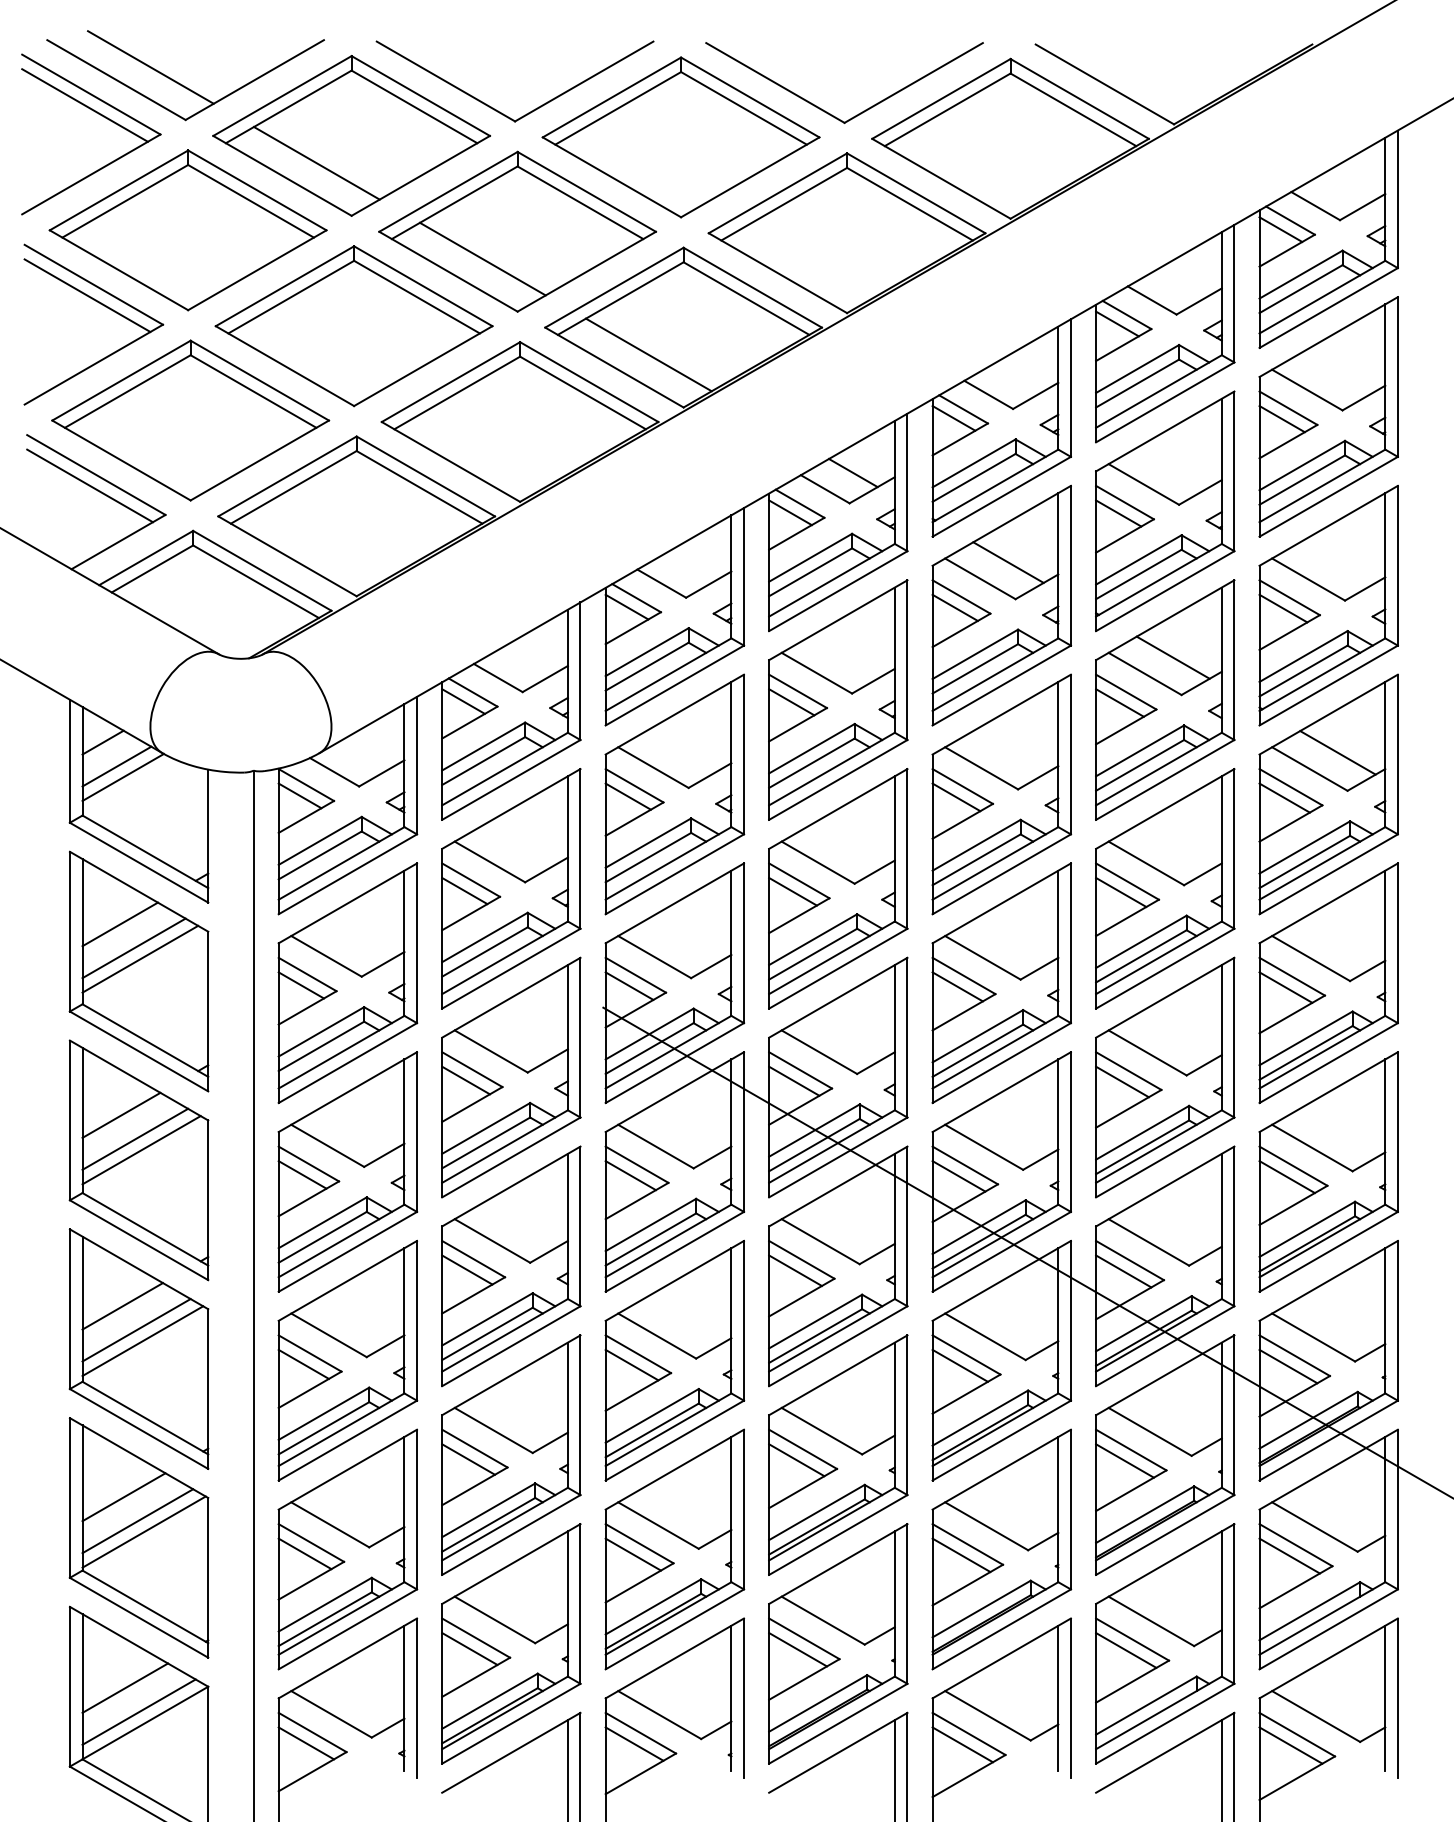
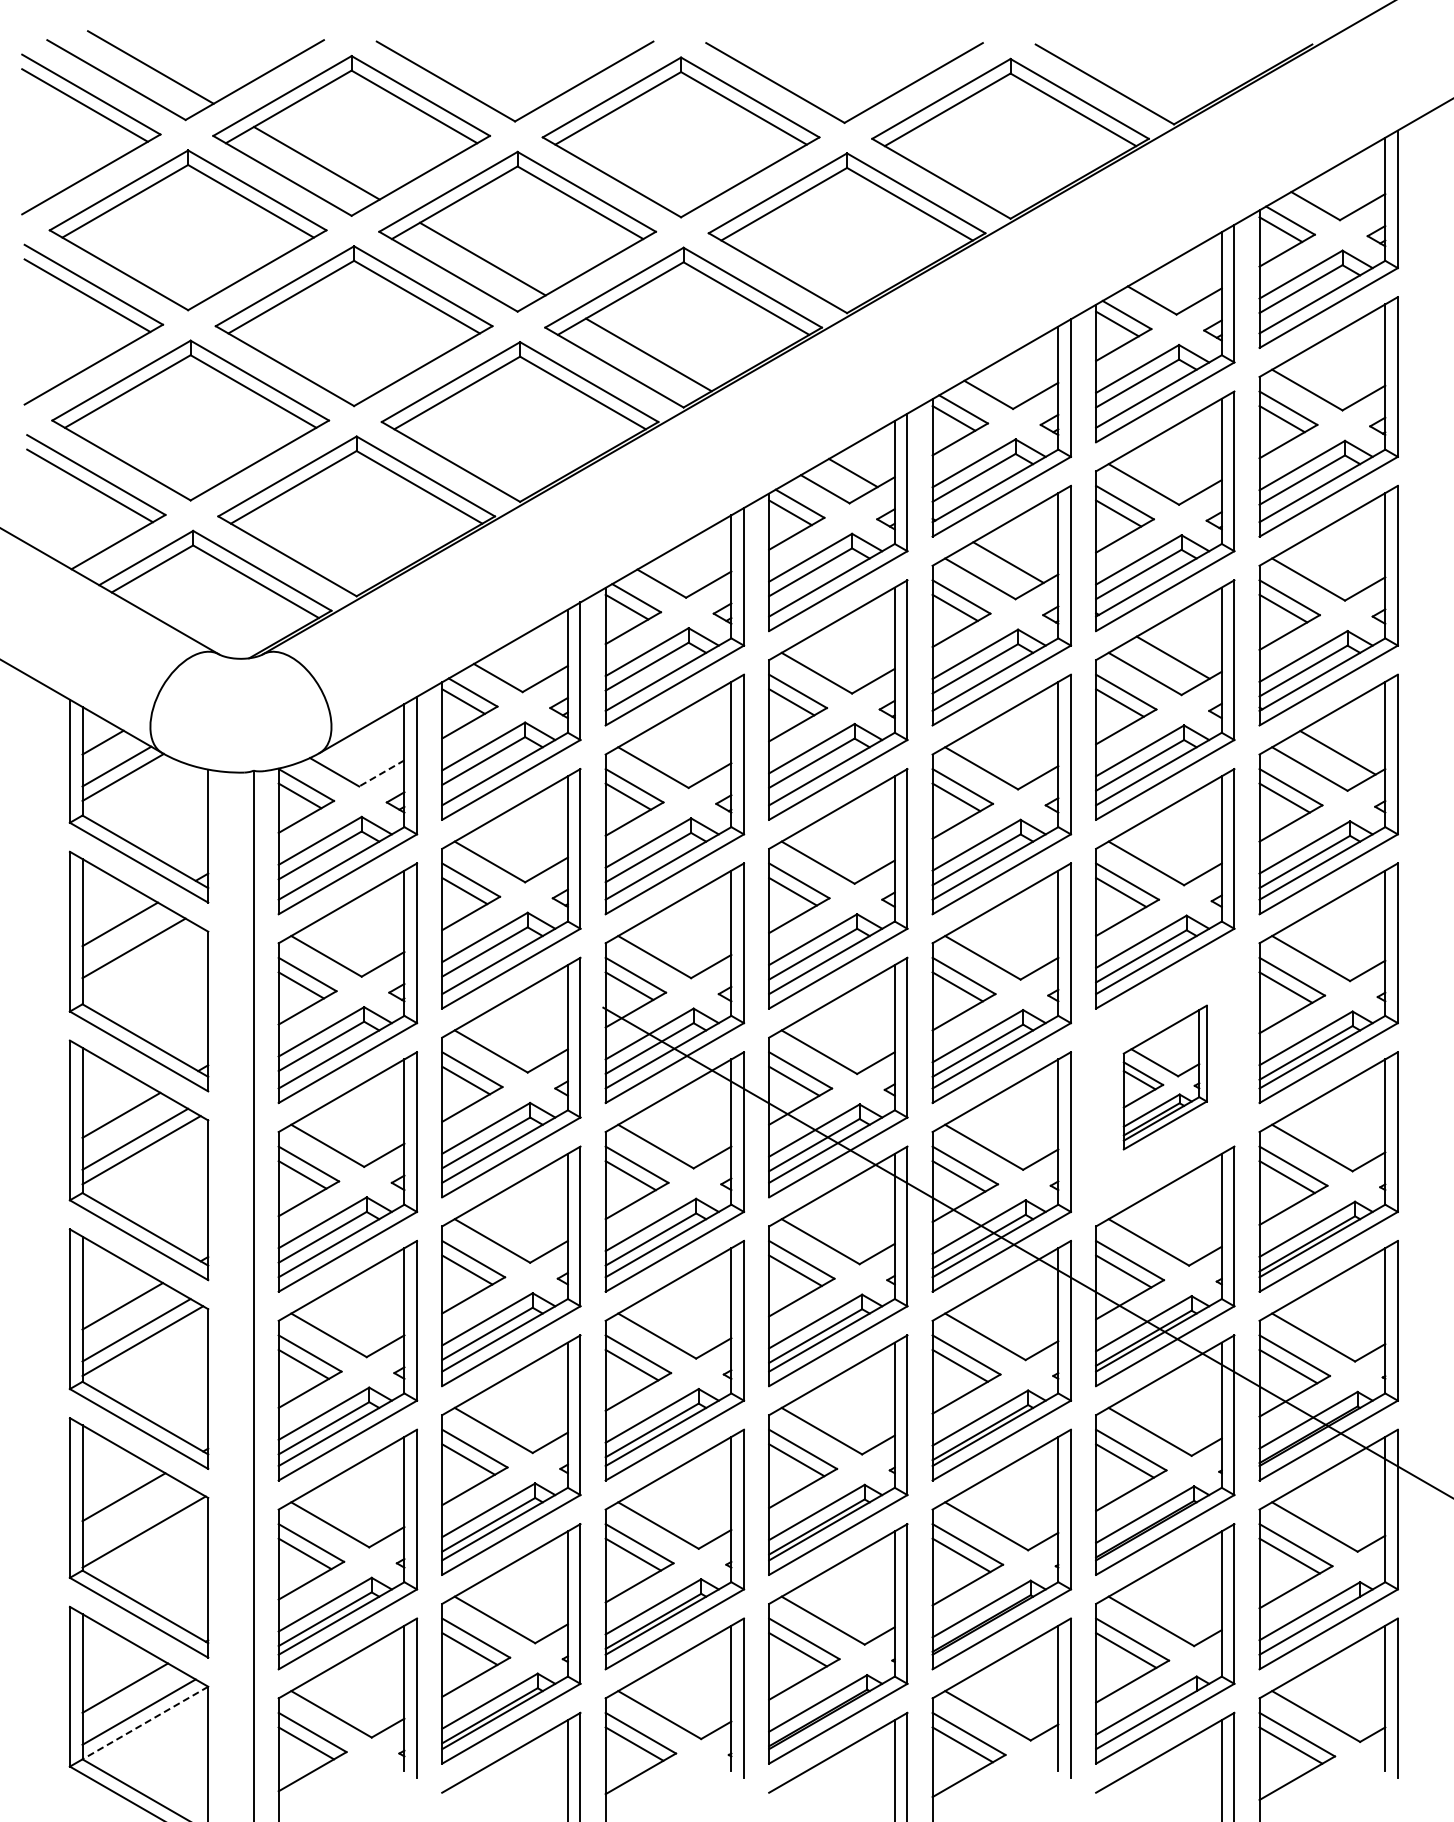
line at (381, 773): solid -> dashed
line at (140, 958): present -> none
part at (1165, 1077) size: 141x243 px -> 86x147 px
line at (137, 1521): present -> none
line at (145, 1723): solid -> dashed
